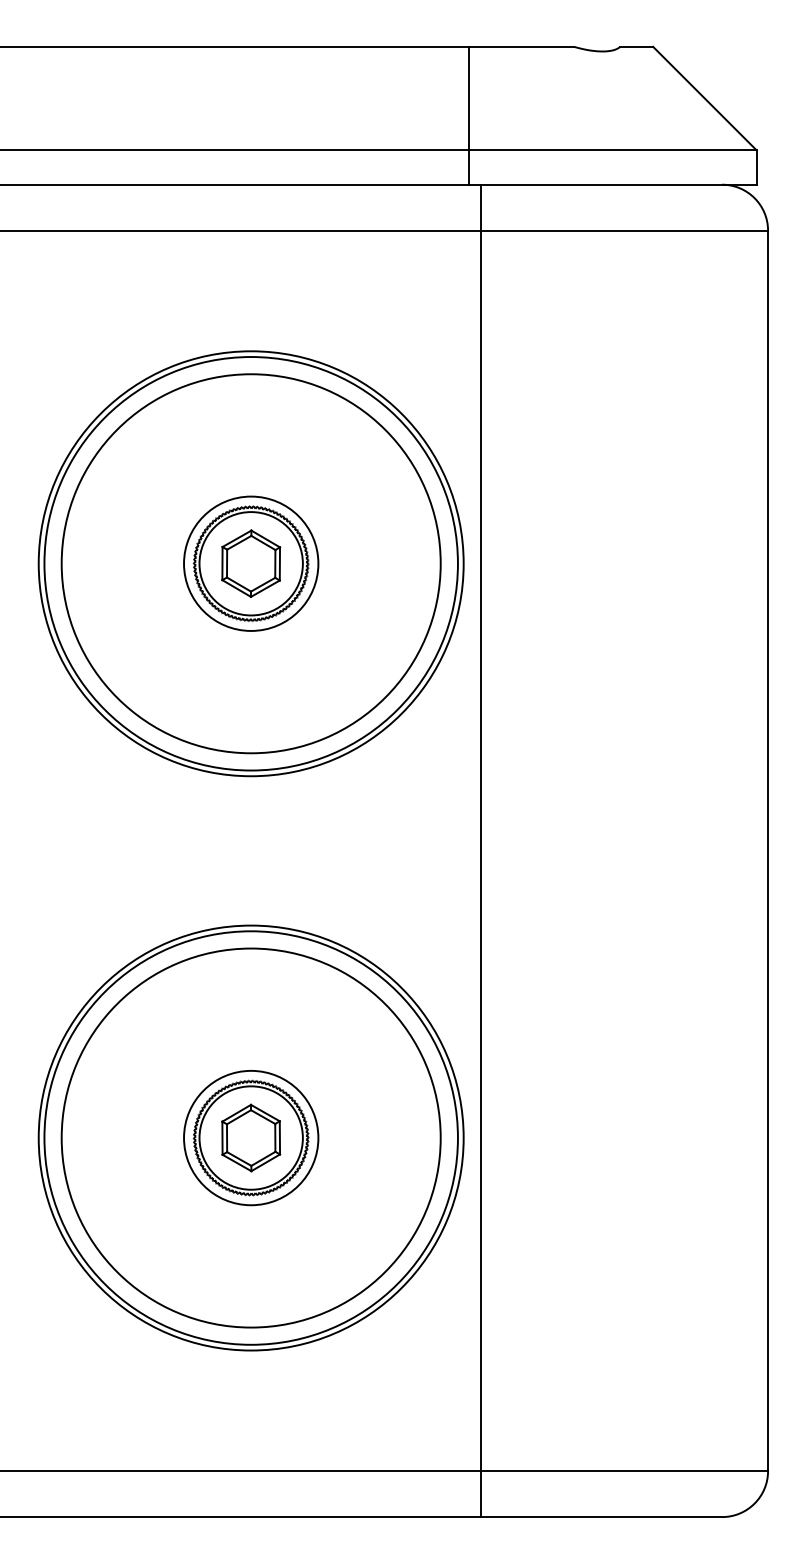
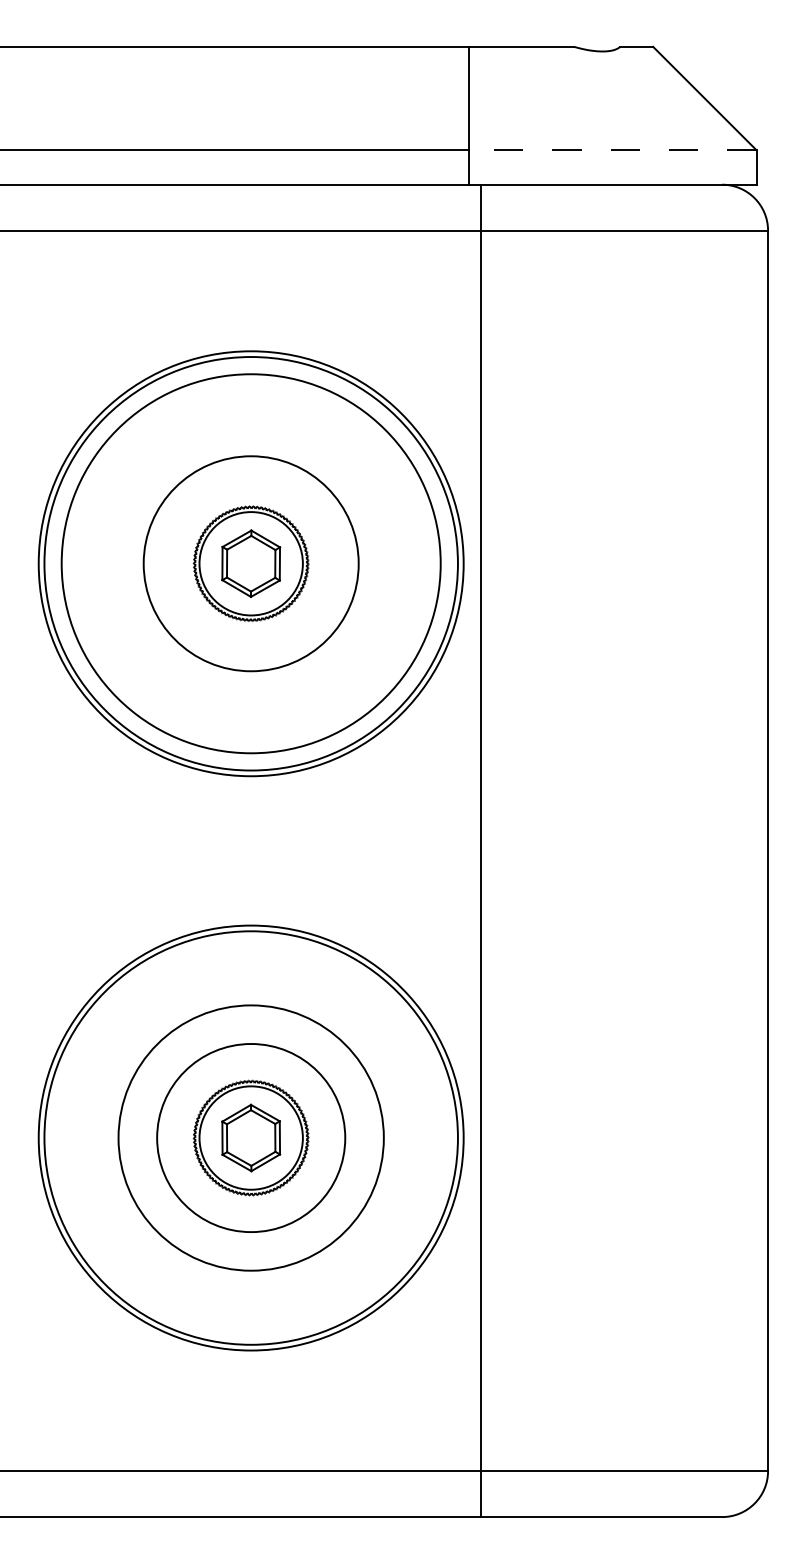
line at (613, 150): solid -> dashed
circle at (251, 563) diameter: 134 px -> 215 px
circle at (250, 1137) diameter: 379 px -> 265 px
circle at (251, 1137) diameter: 134 px -> 188 px
